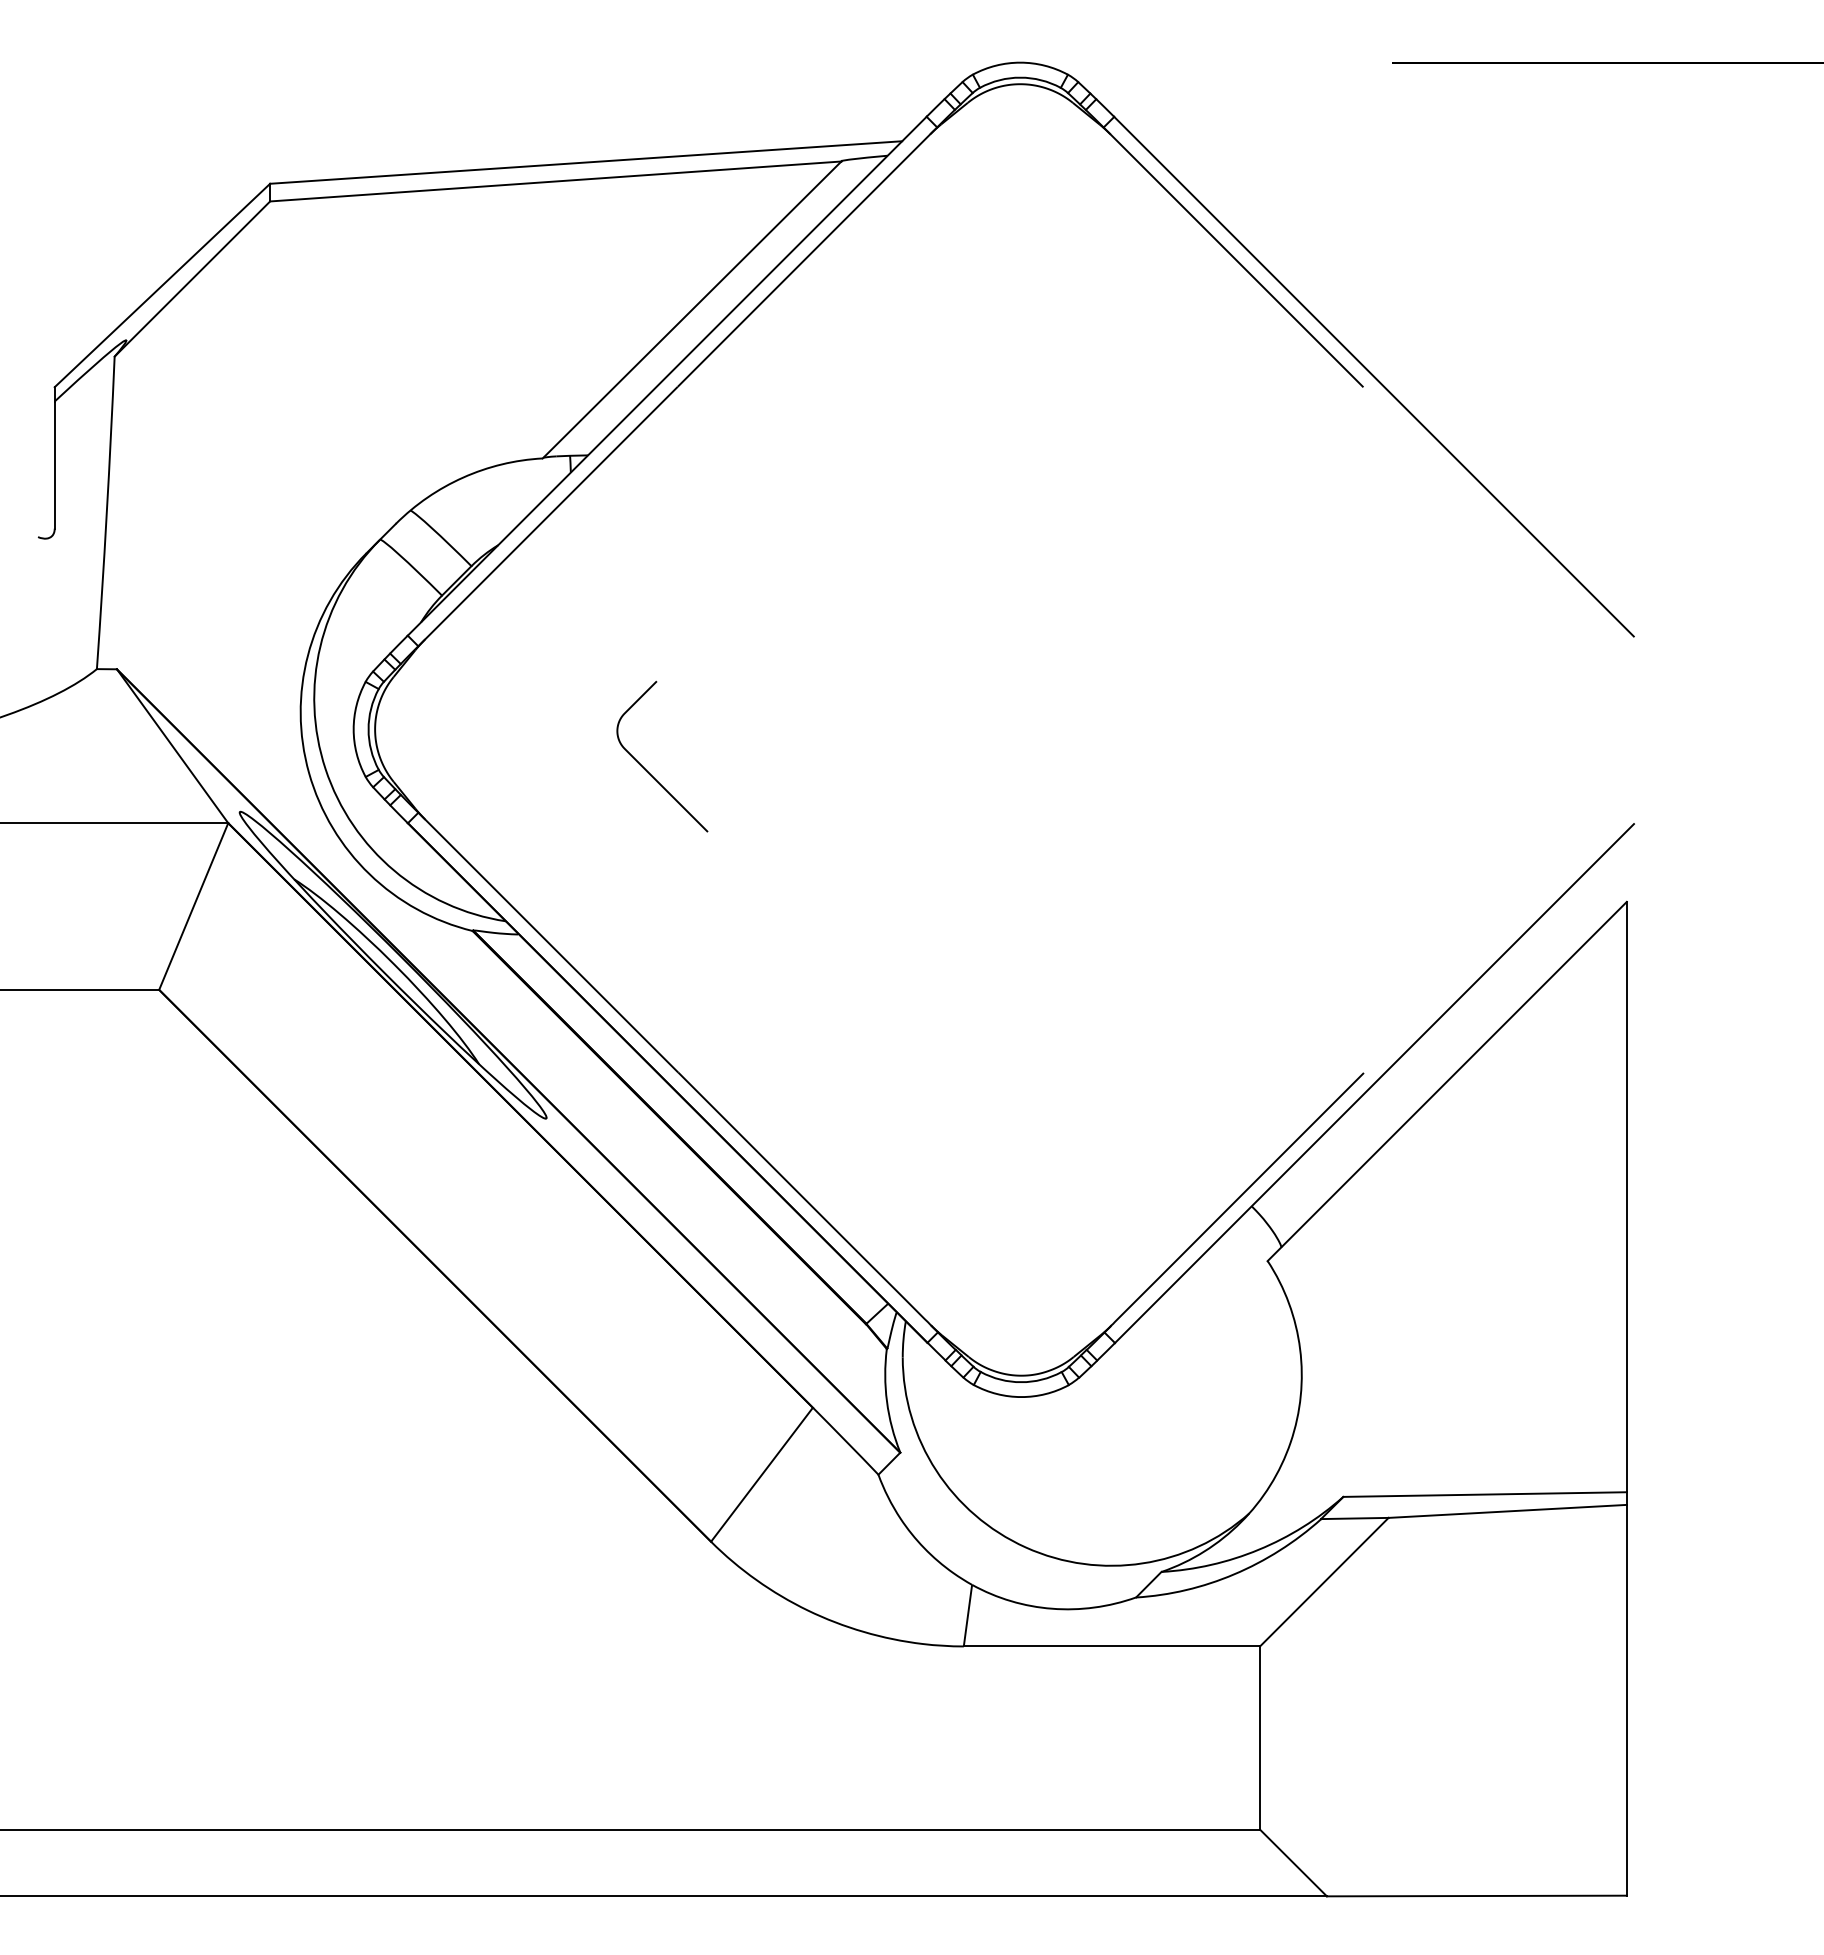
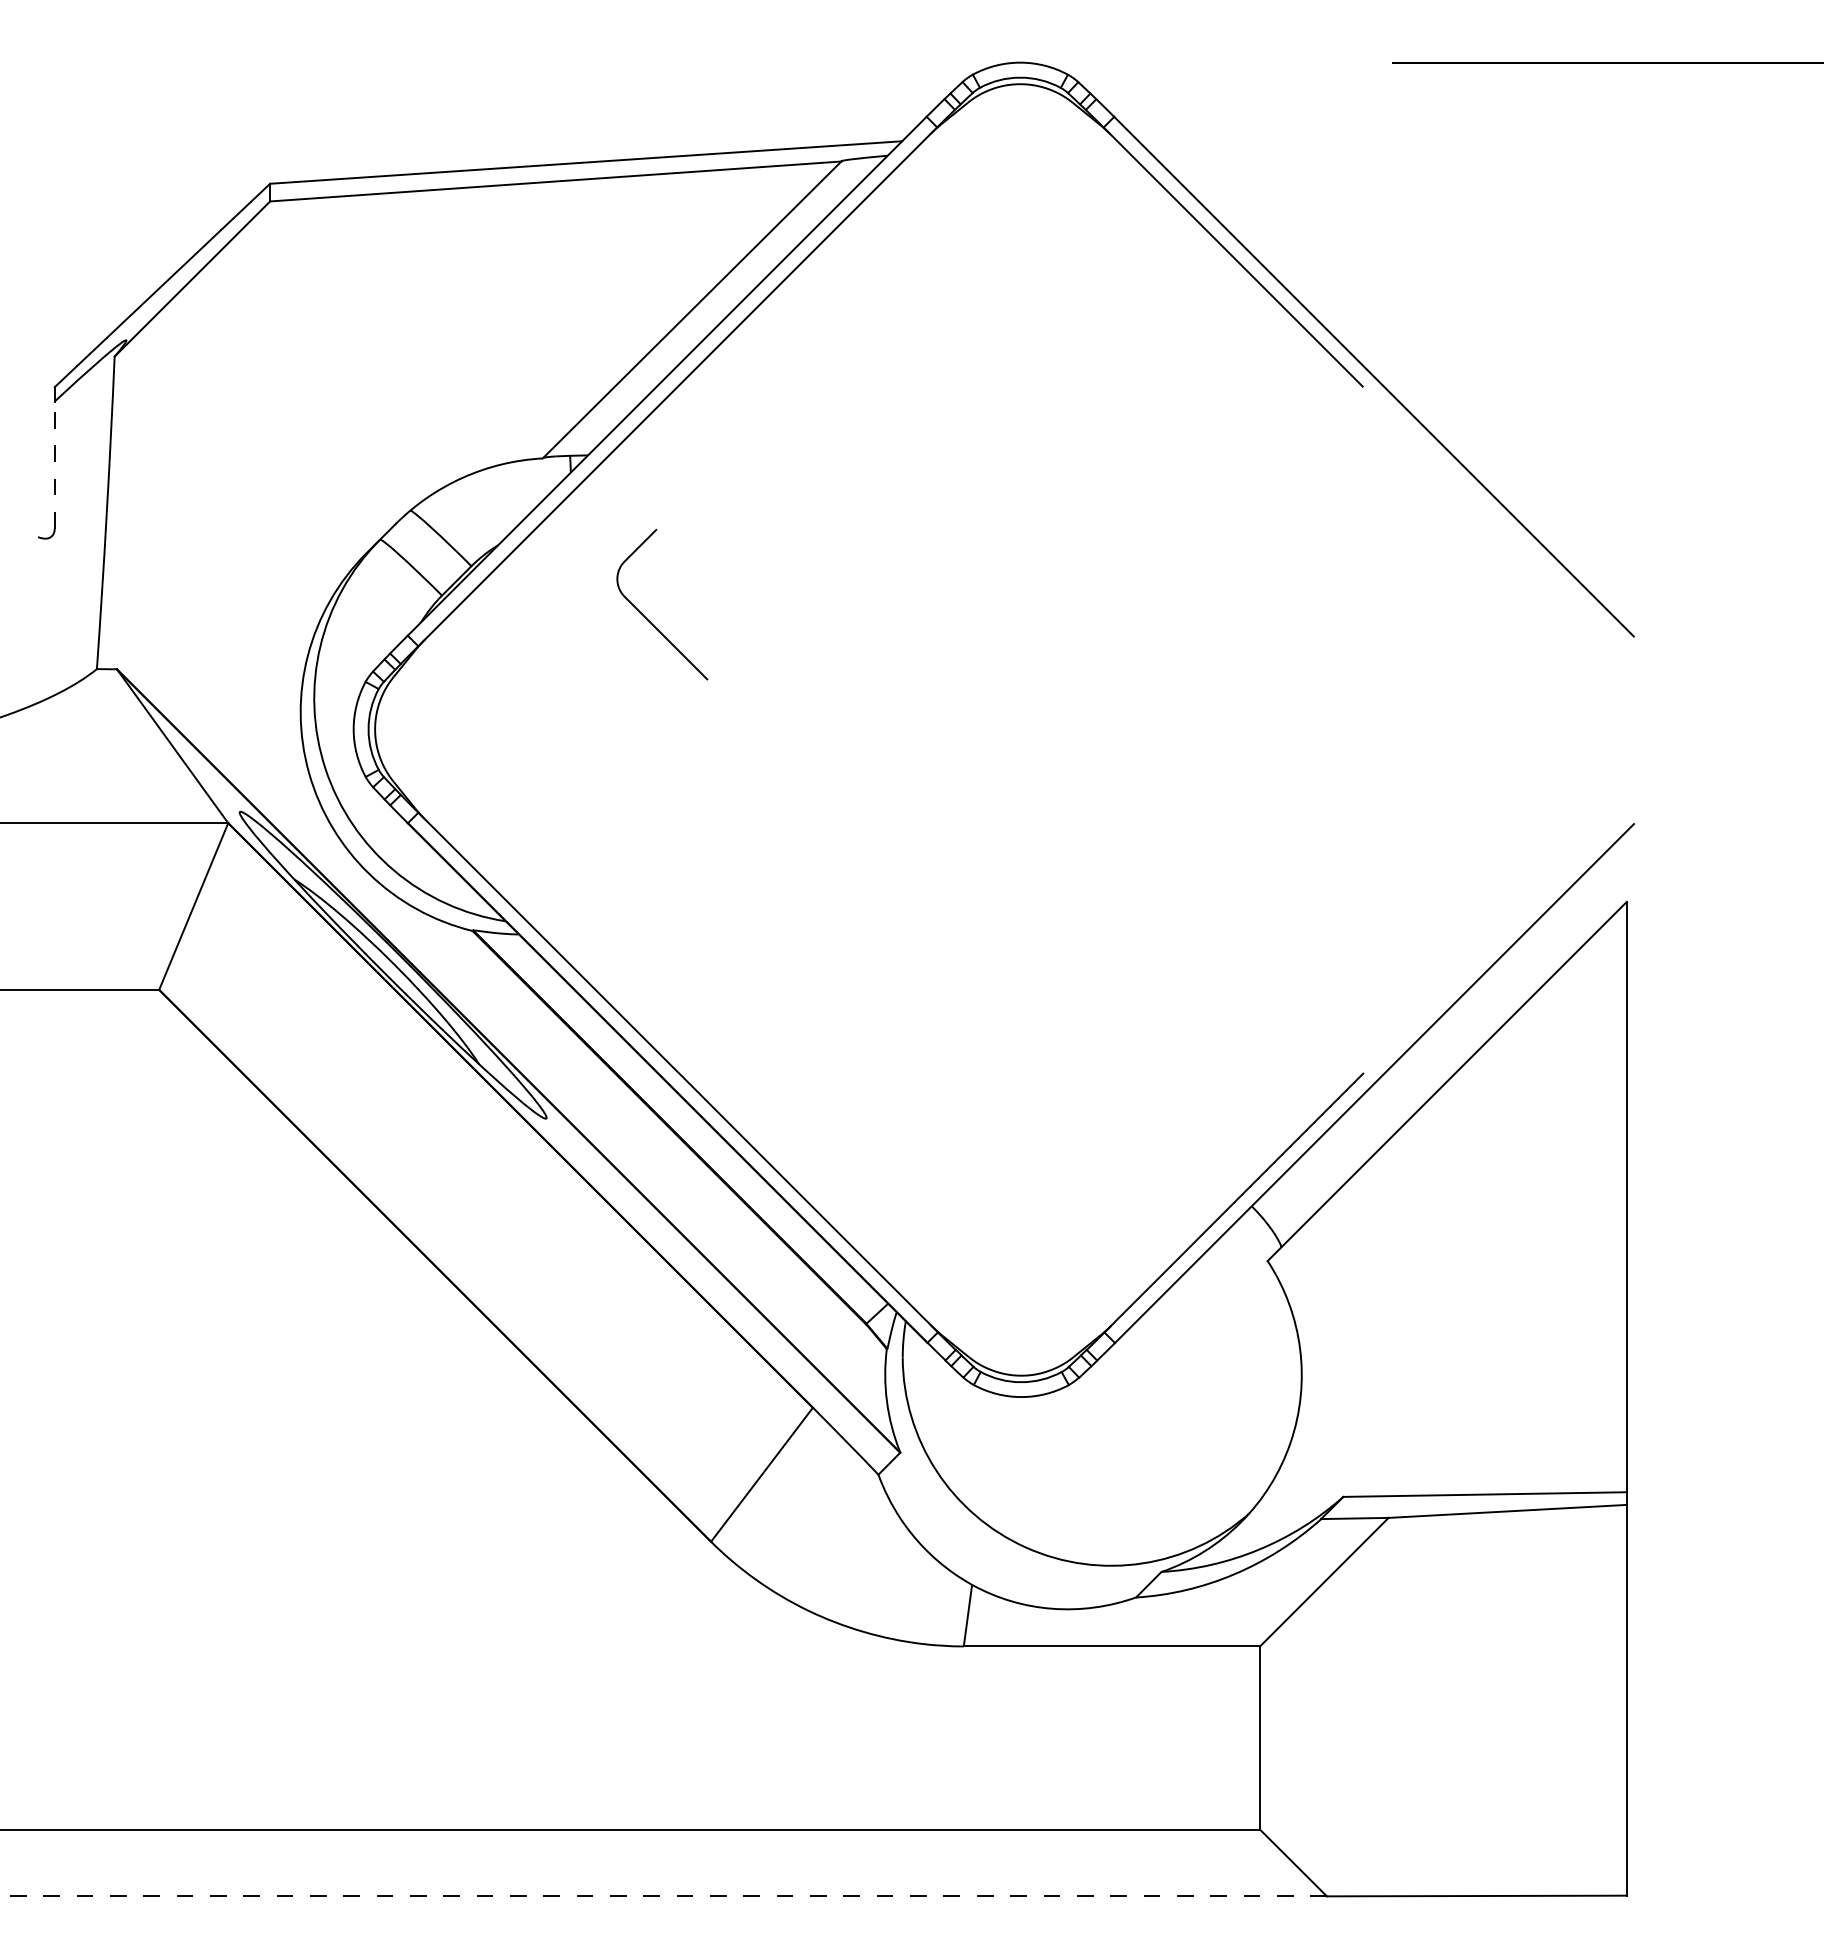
line at (54, 465): solid -> dashed
curve at (647, 770) position: (647, 770) -> (647, 618)
line at (663, 1896): solid -> dashed
